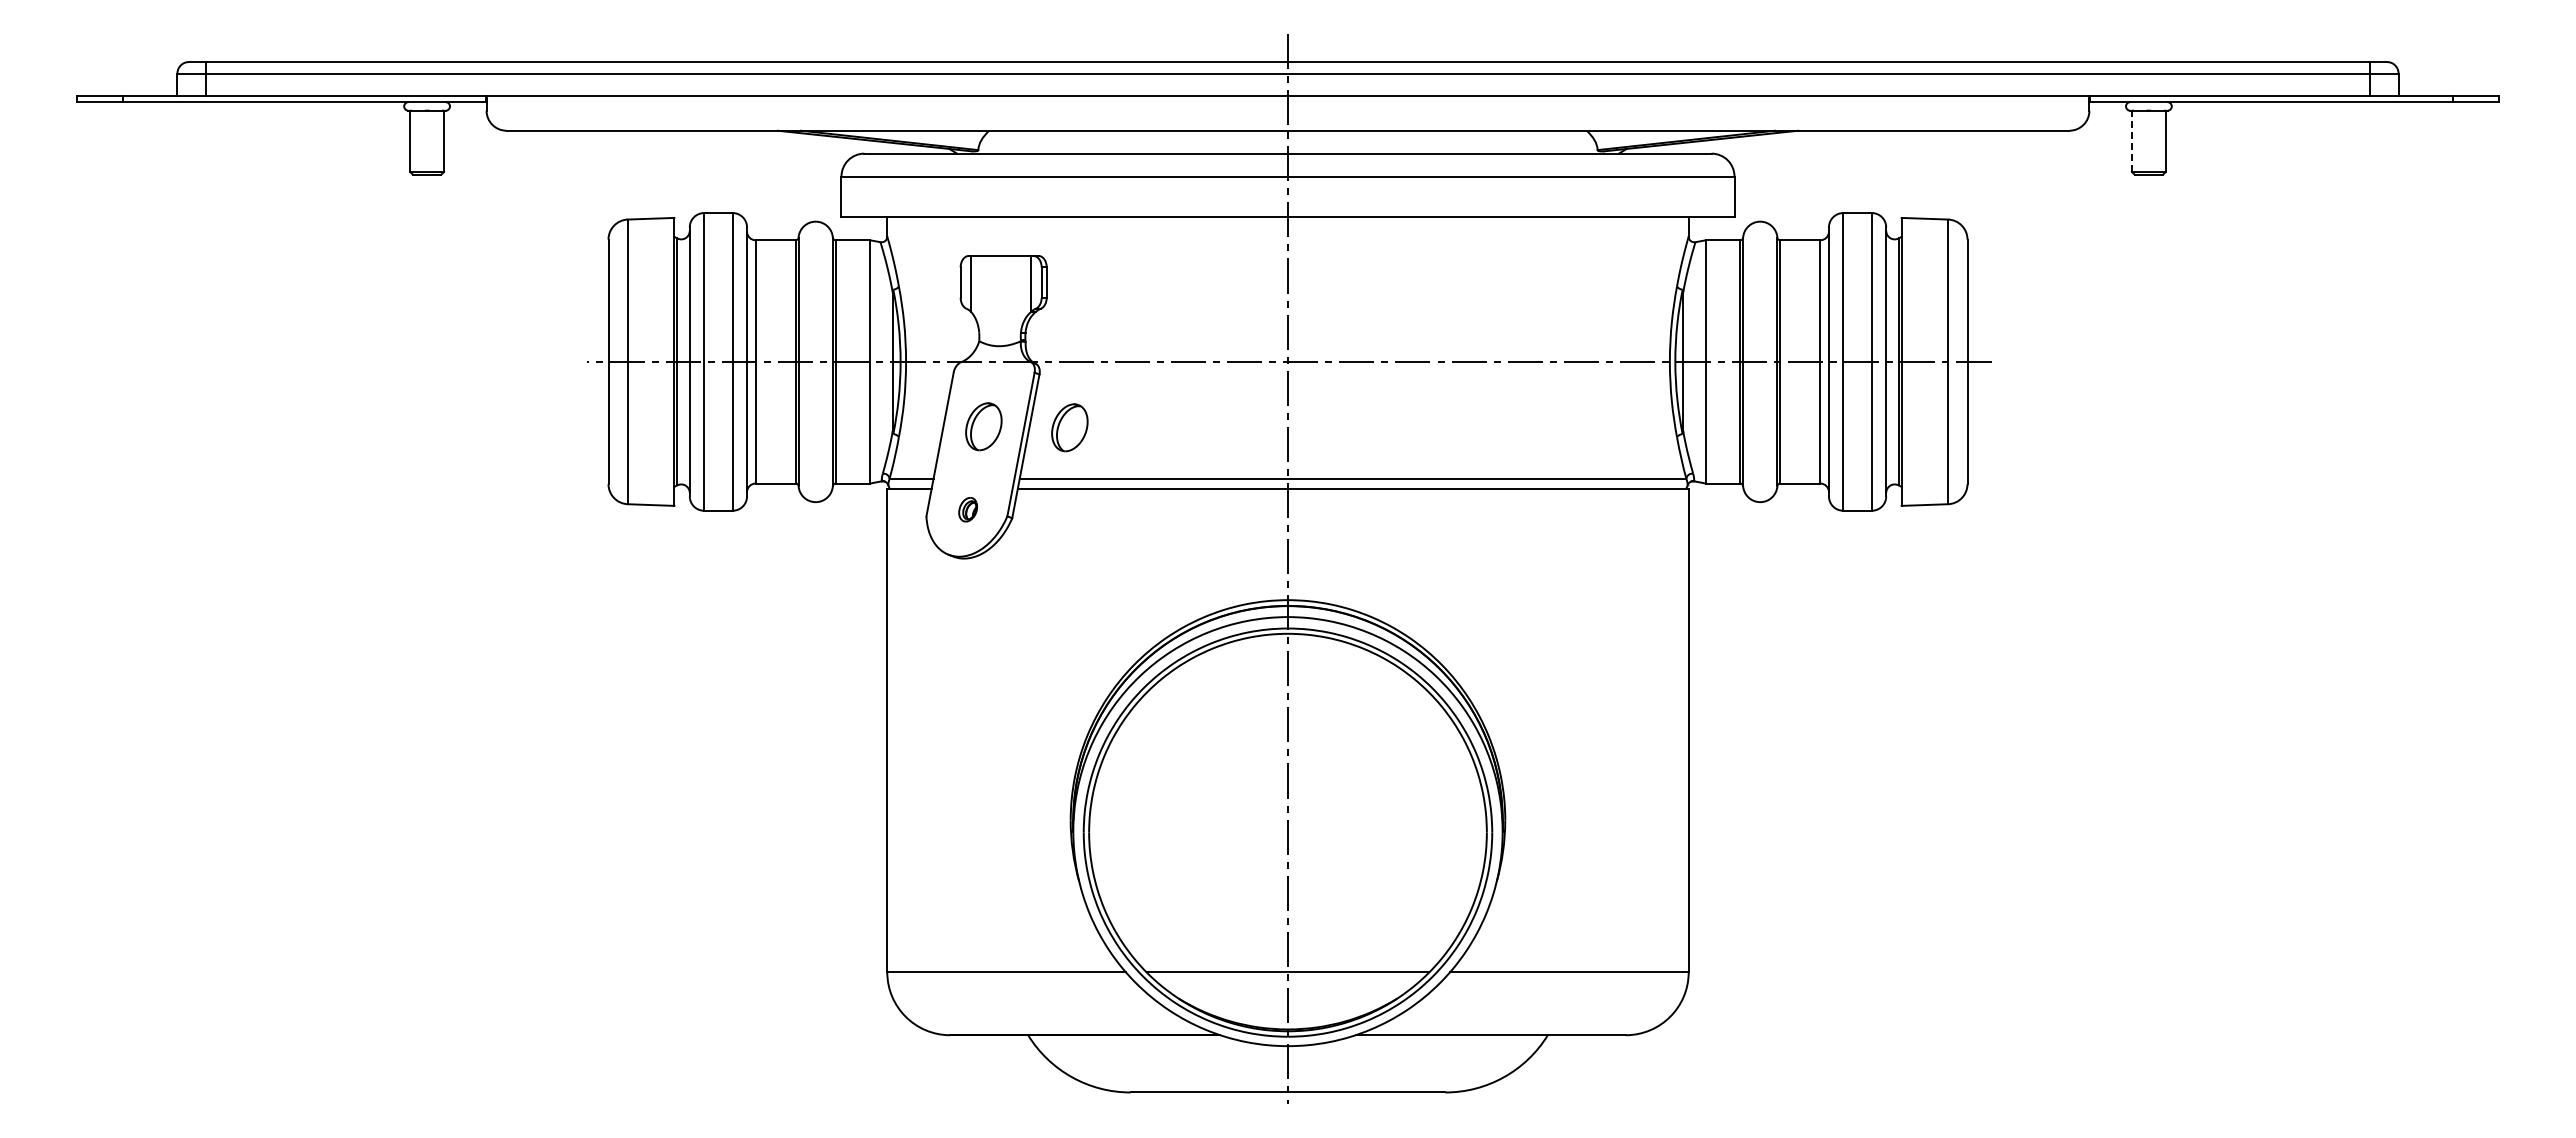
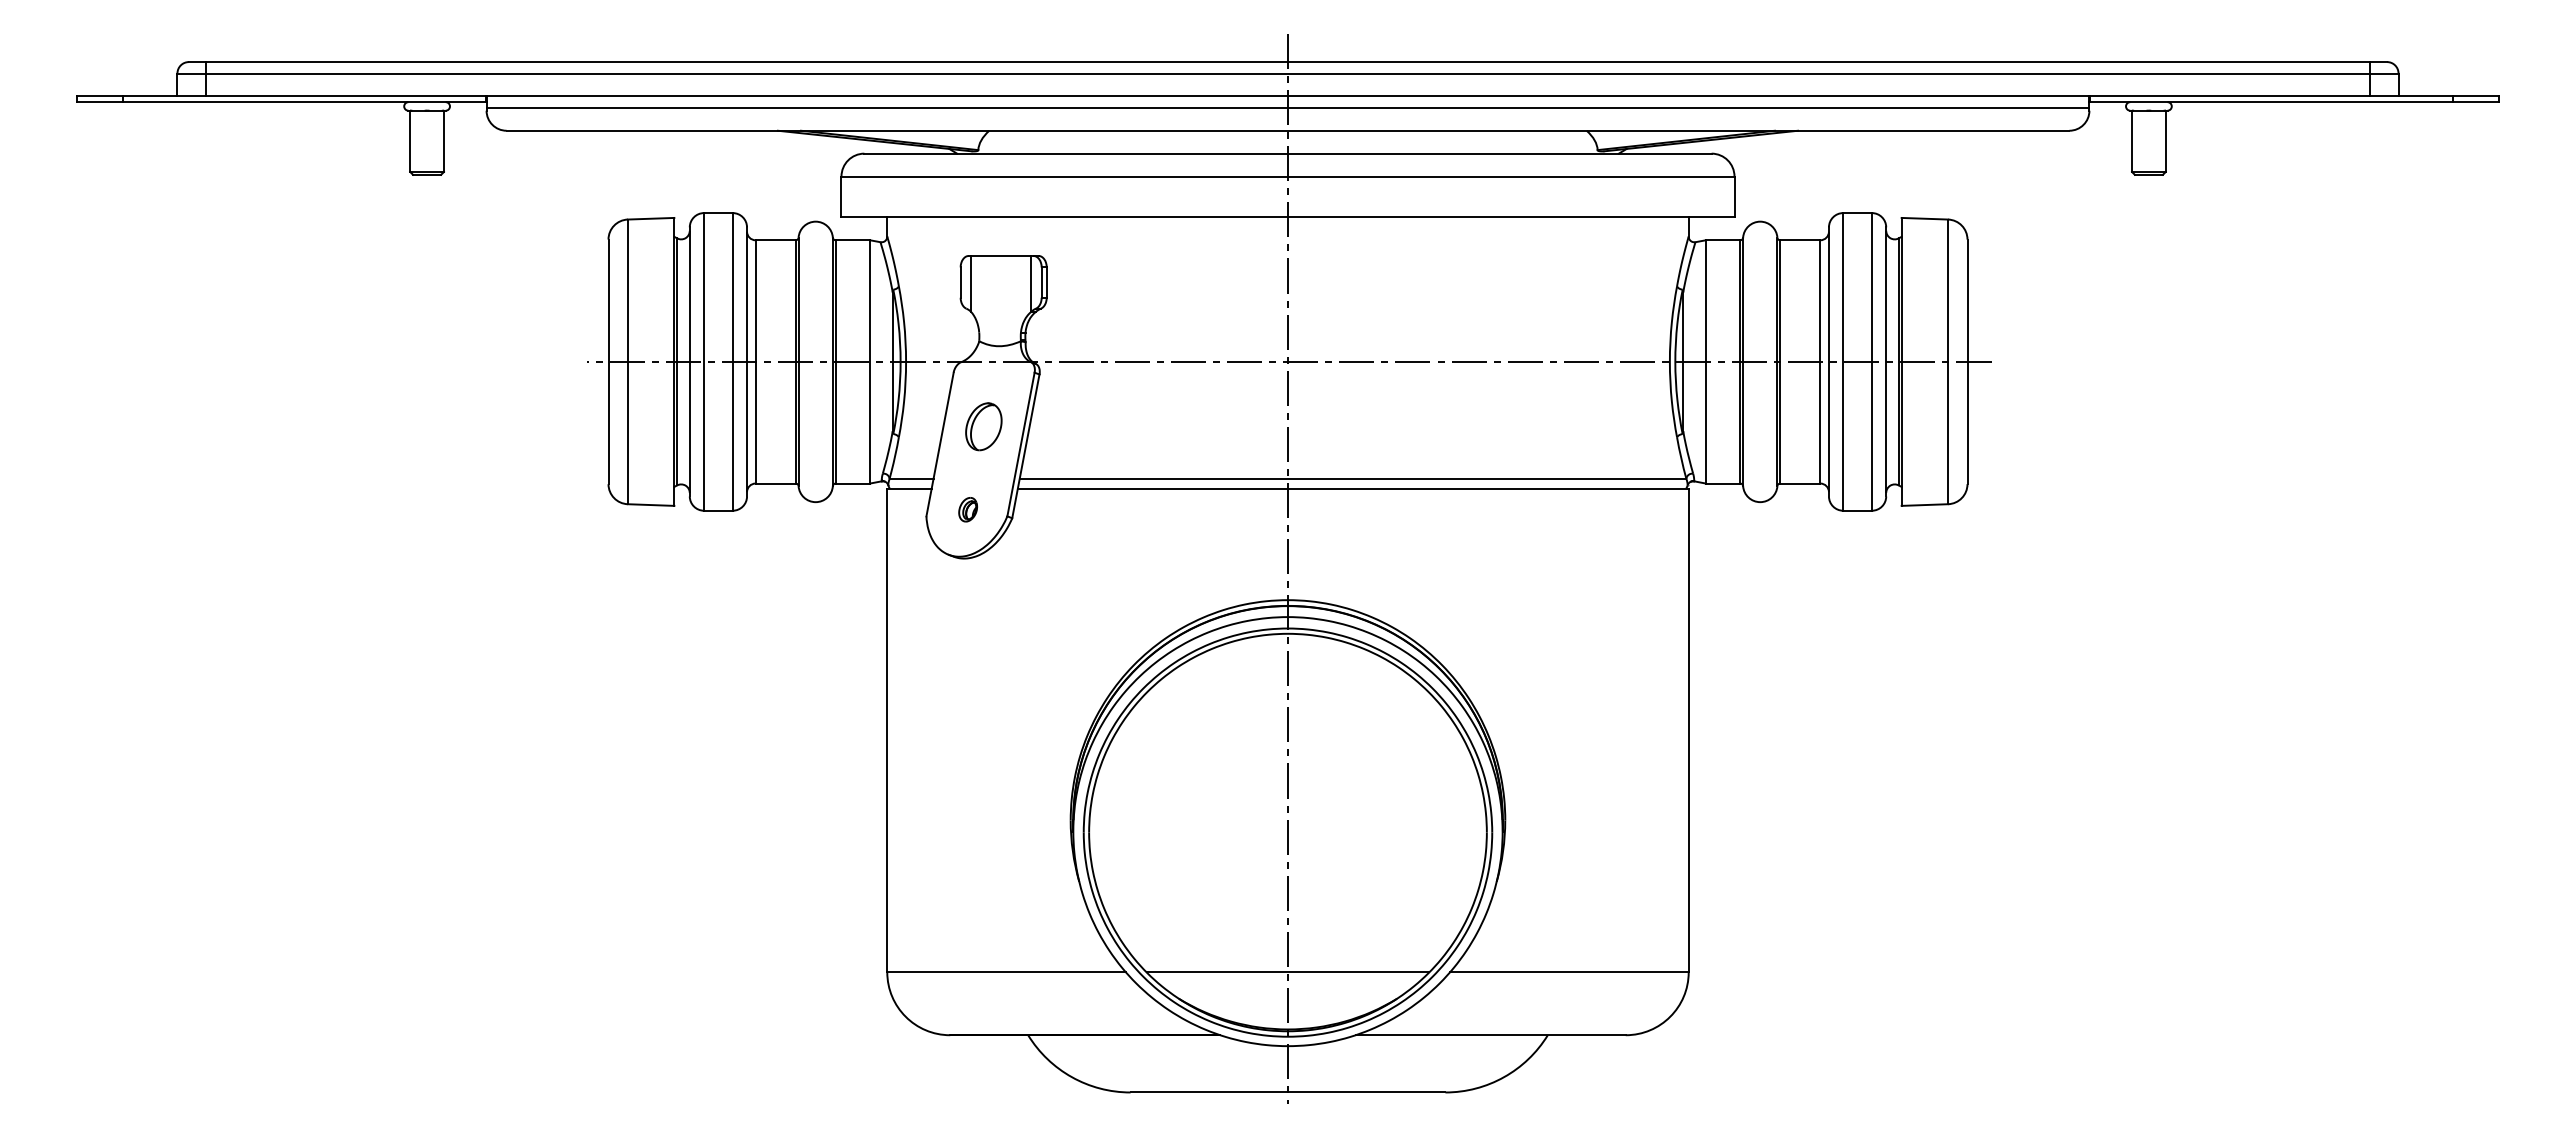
line at (1287, 107): none -> present
line at (2132, 141): dashed -> solid
part at (1069, 427): present -> none
